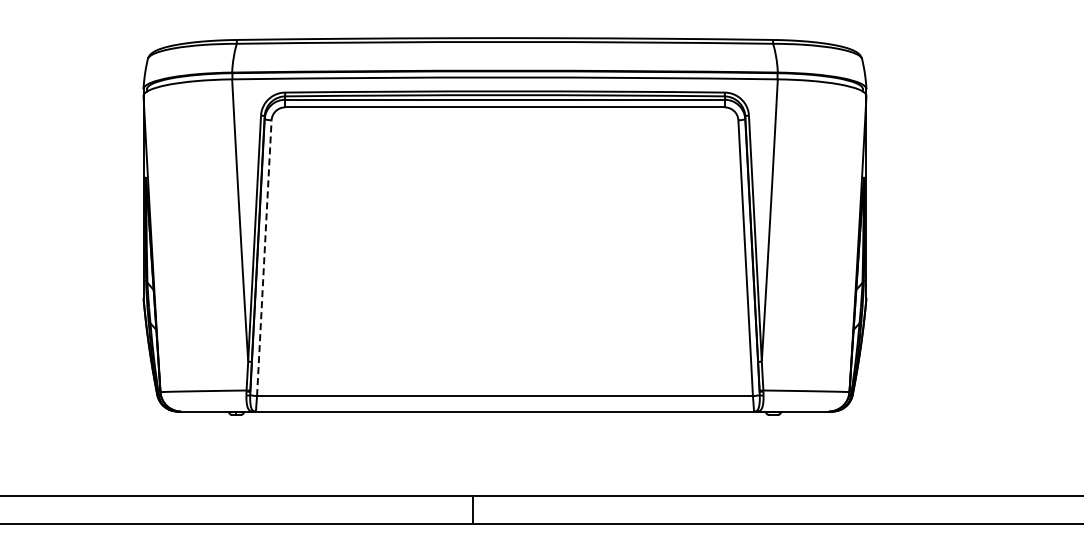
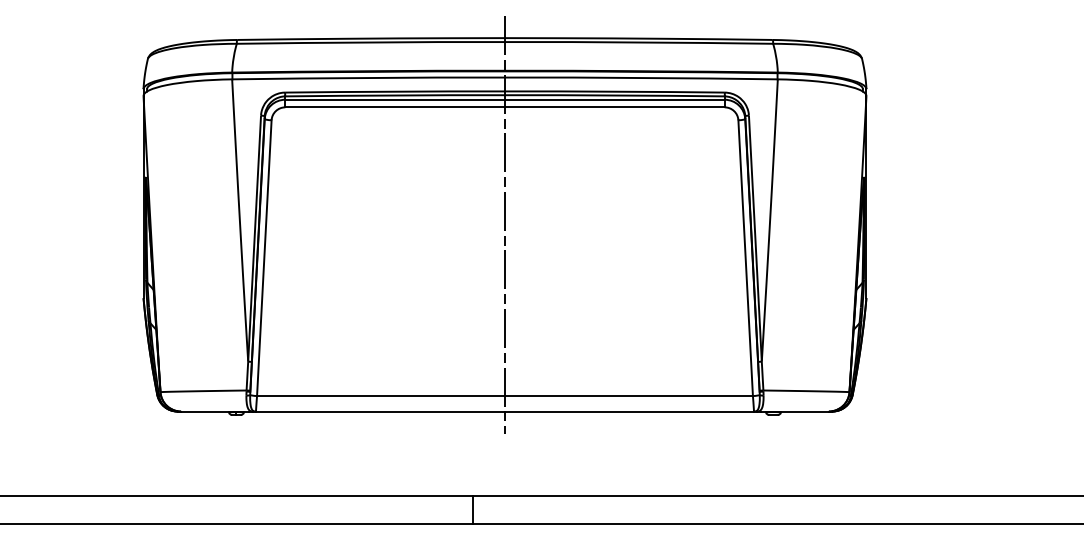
line at (505, 225): none -> present
line at (264, 257): dashed -> solid
